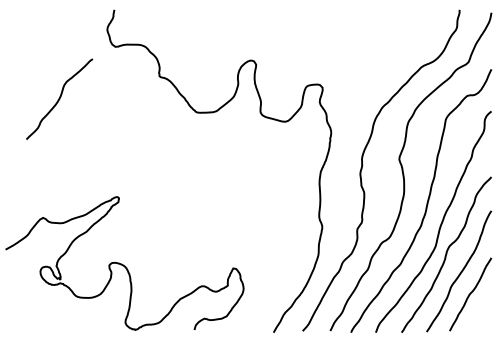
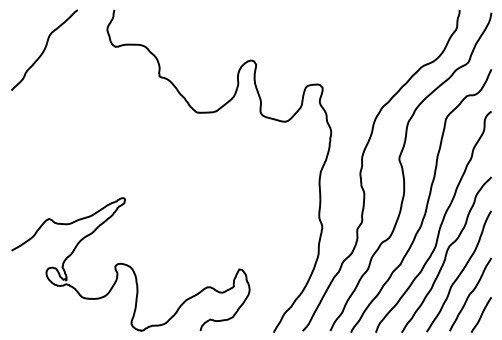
curve at (59, 98) position: (59, 98) -> (44, 49)
curve at (123, 264) position: (123, 264) -> (129, 265)
line at (481, 314): none -> present
